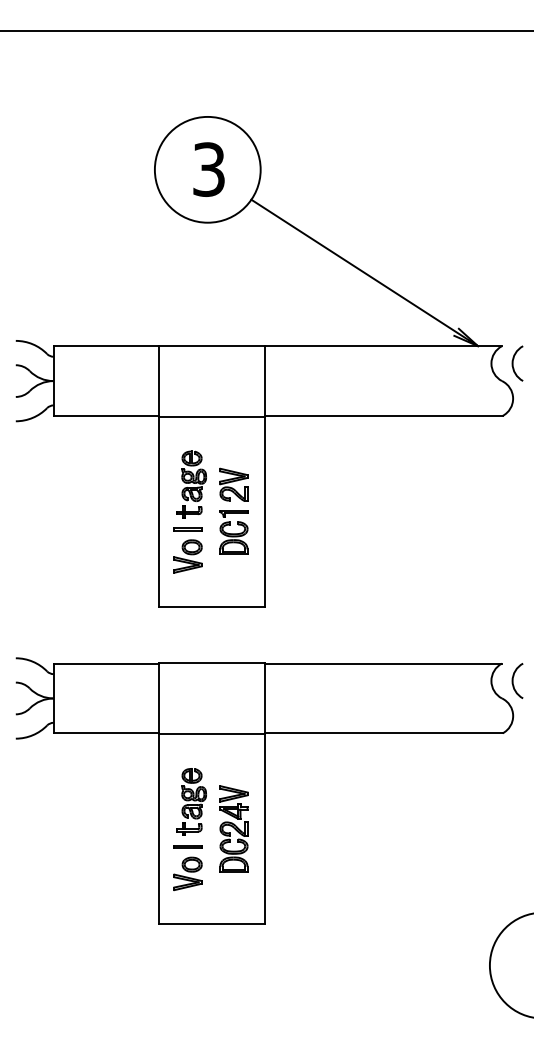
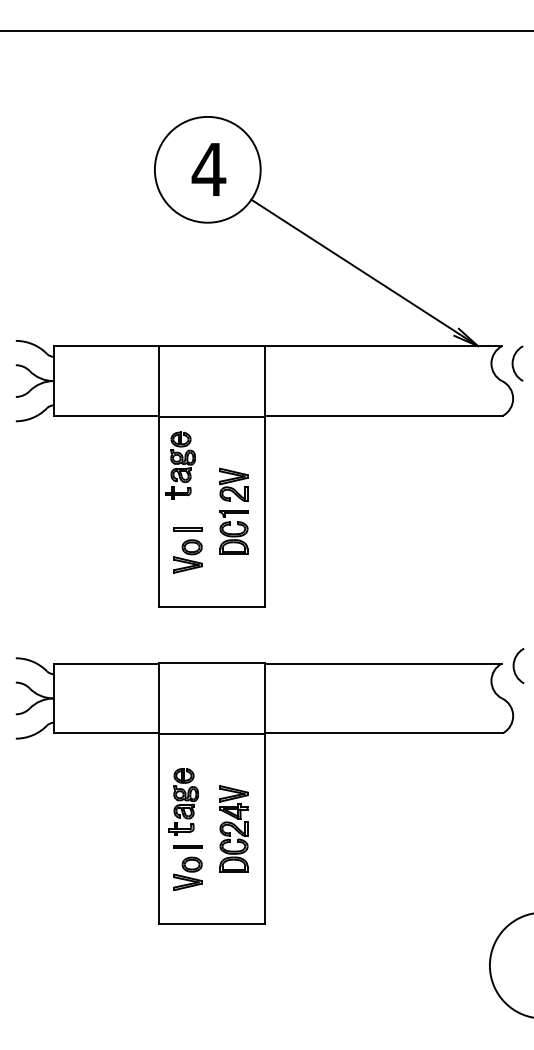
text at (208, 169): 3 -> 4
part at (191, 484) position: (191, 484) -> (180, 465)
arc at (513, 680) position: (513, 680) -> (514, 665)
part at (191, 801) position: (191, 801) -> (183, 801)
